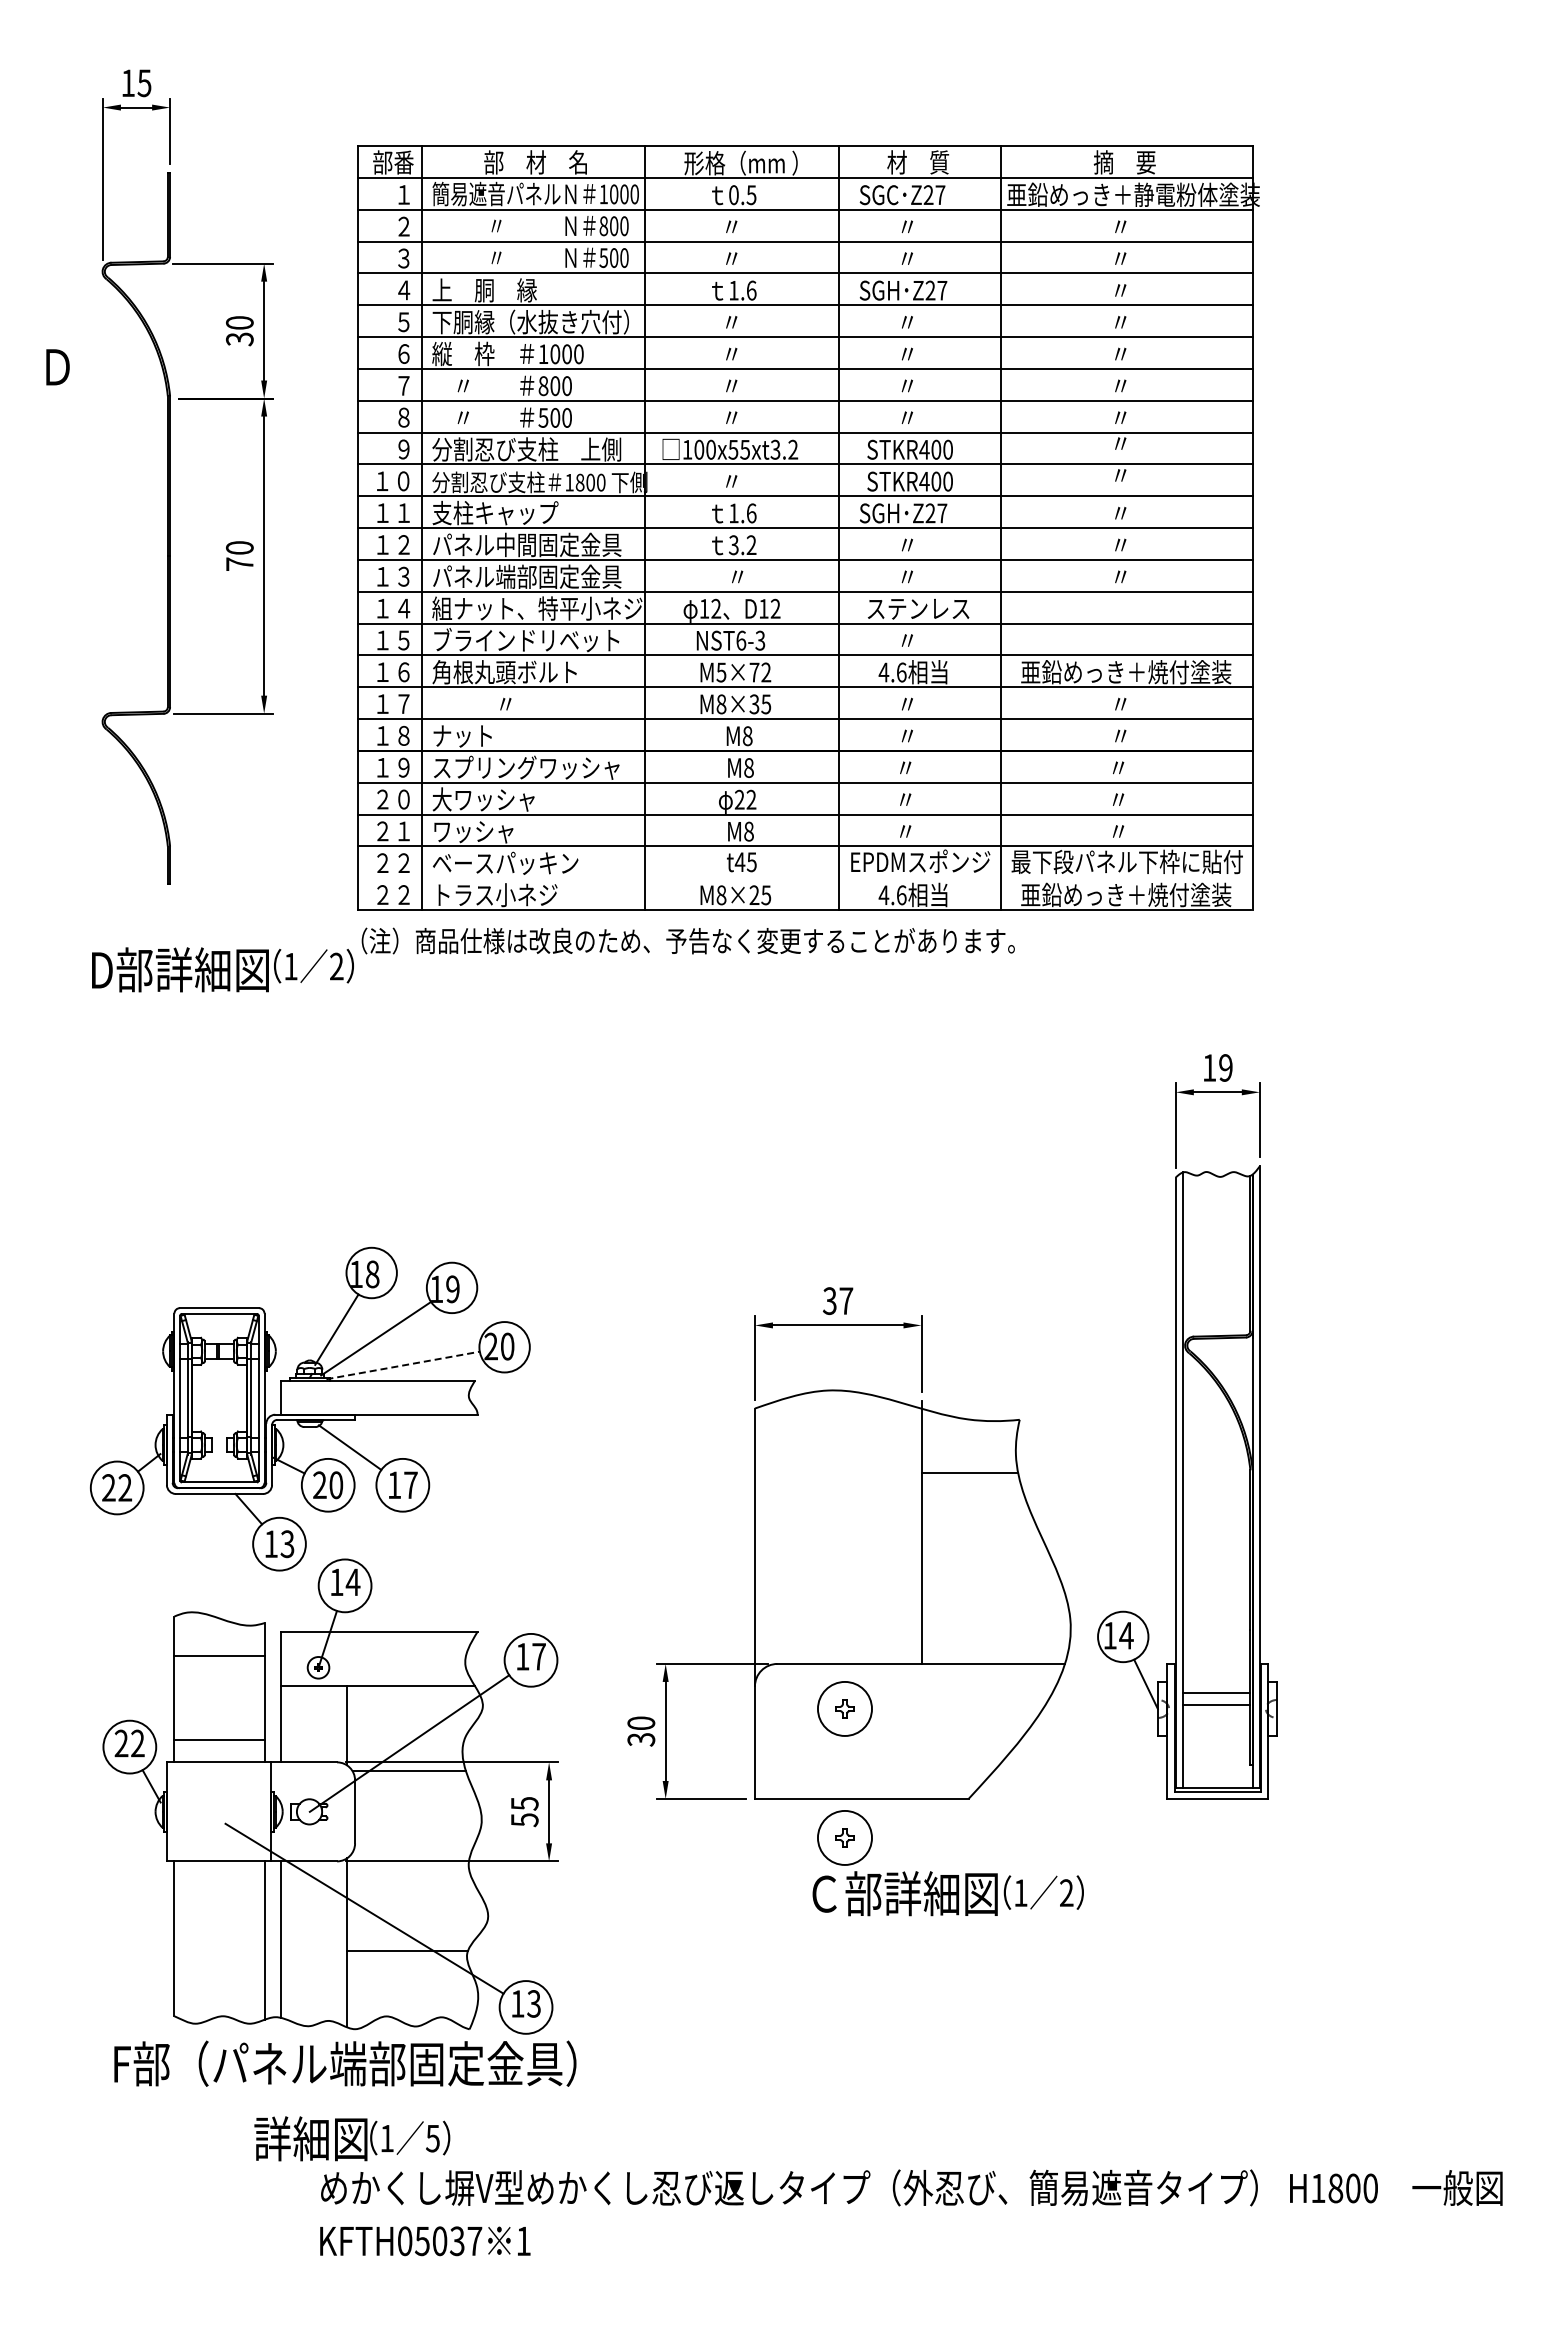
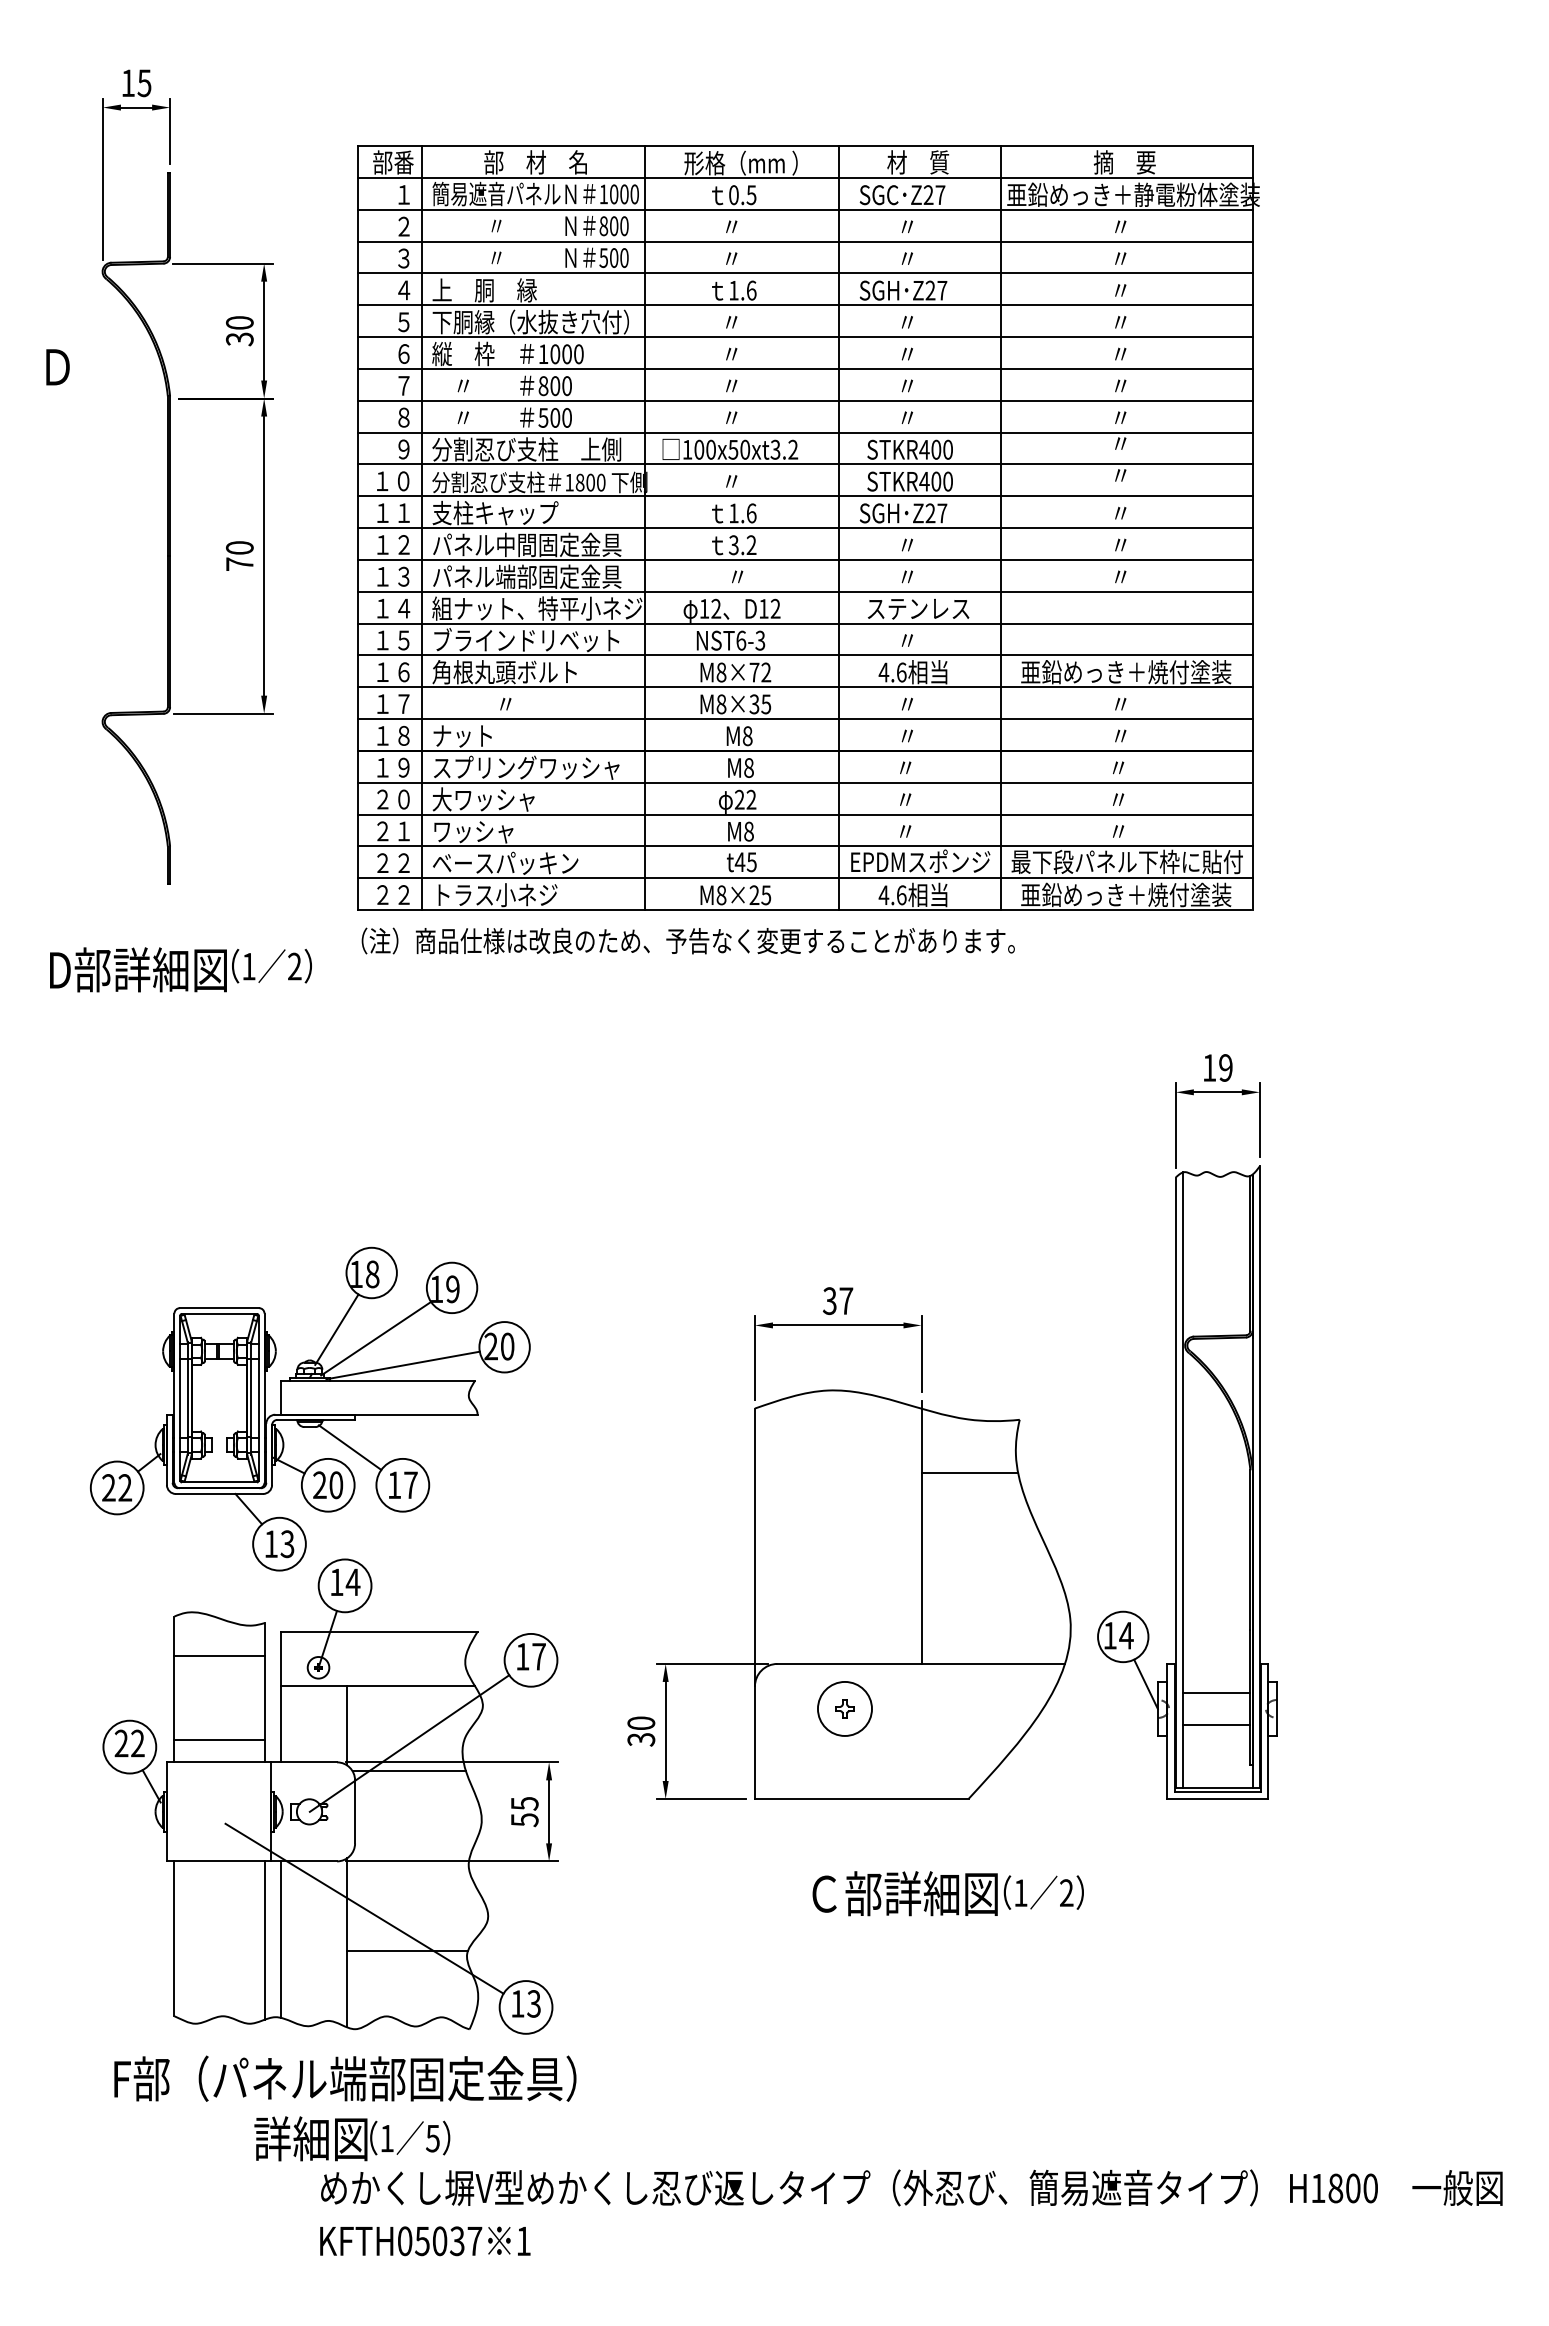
text at (745, 449): 100x55xt3.2 -> 100x50xt3.2
text at (721, 672): M5×72 -> M8×72
line at (805, 878): none -> present
text at (222, 969) position: (222, 969) -> (180, 969)
line at (403, 1365): dashed -> solid
line at (1216, 1704) position: (1216, 1704) -> (1216, 1724)
part at (844, 1837): present -> none
text at (345, 2063) position: (345, 2063) -> (345, 2078)
